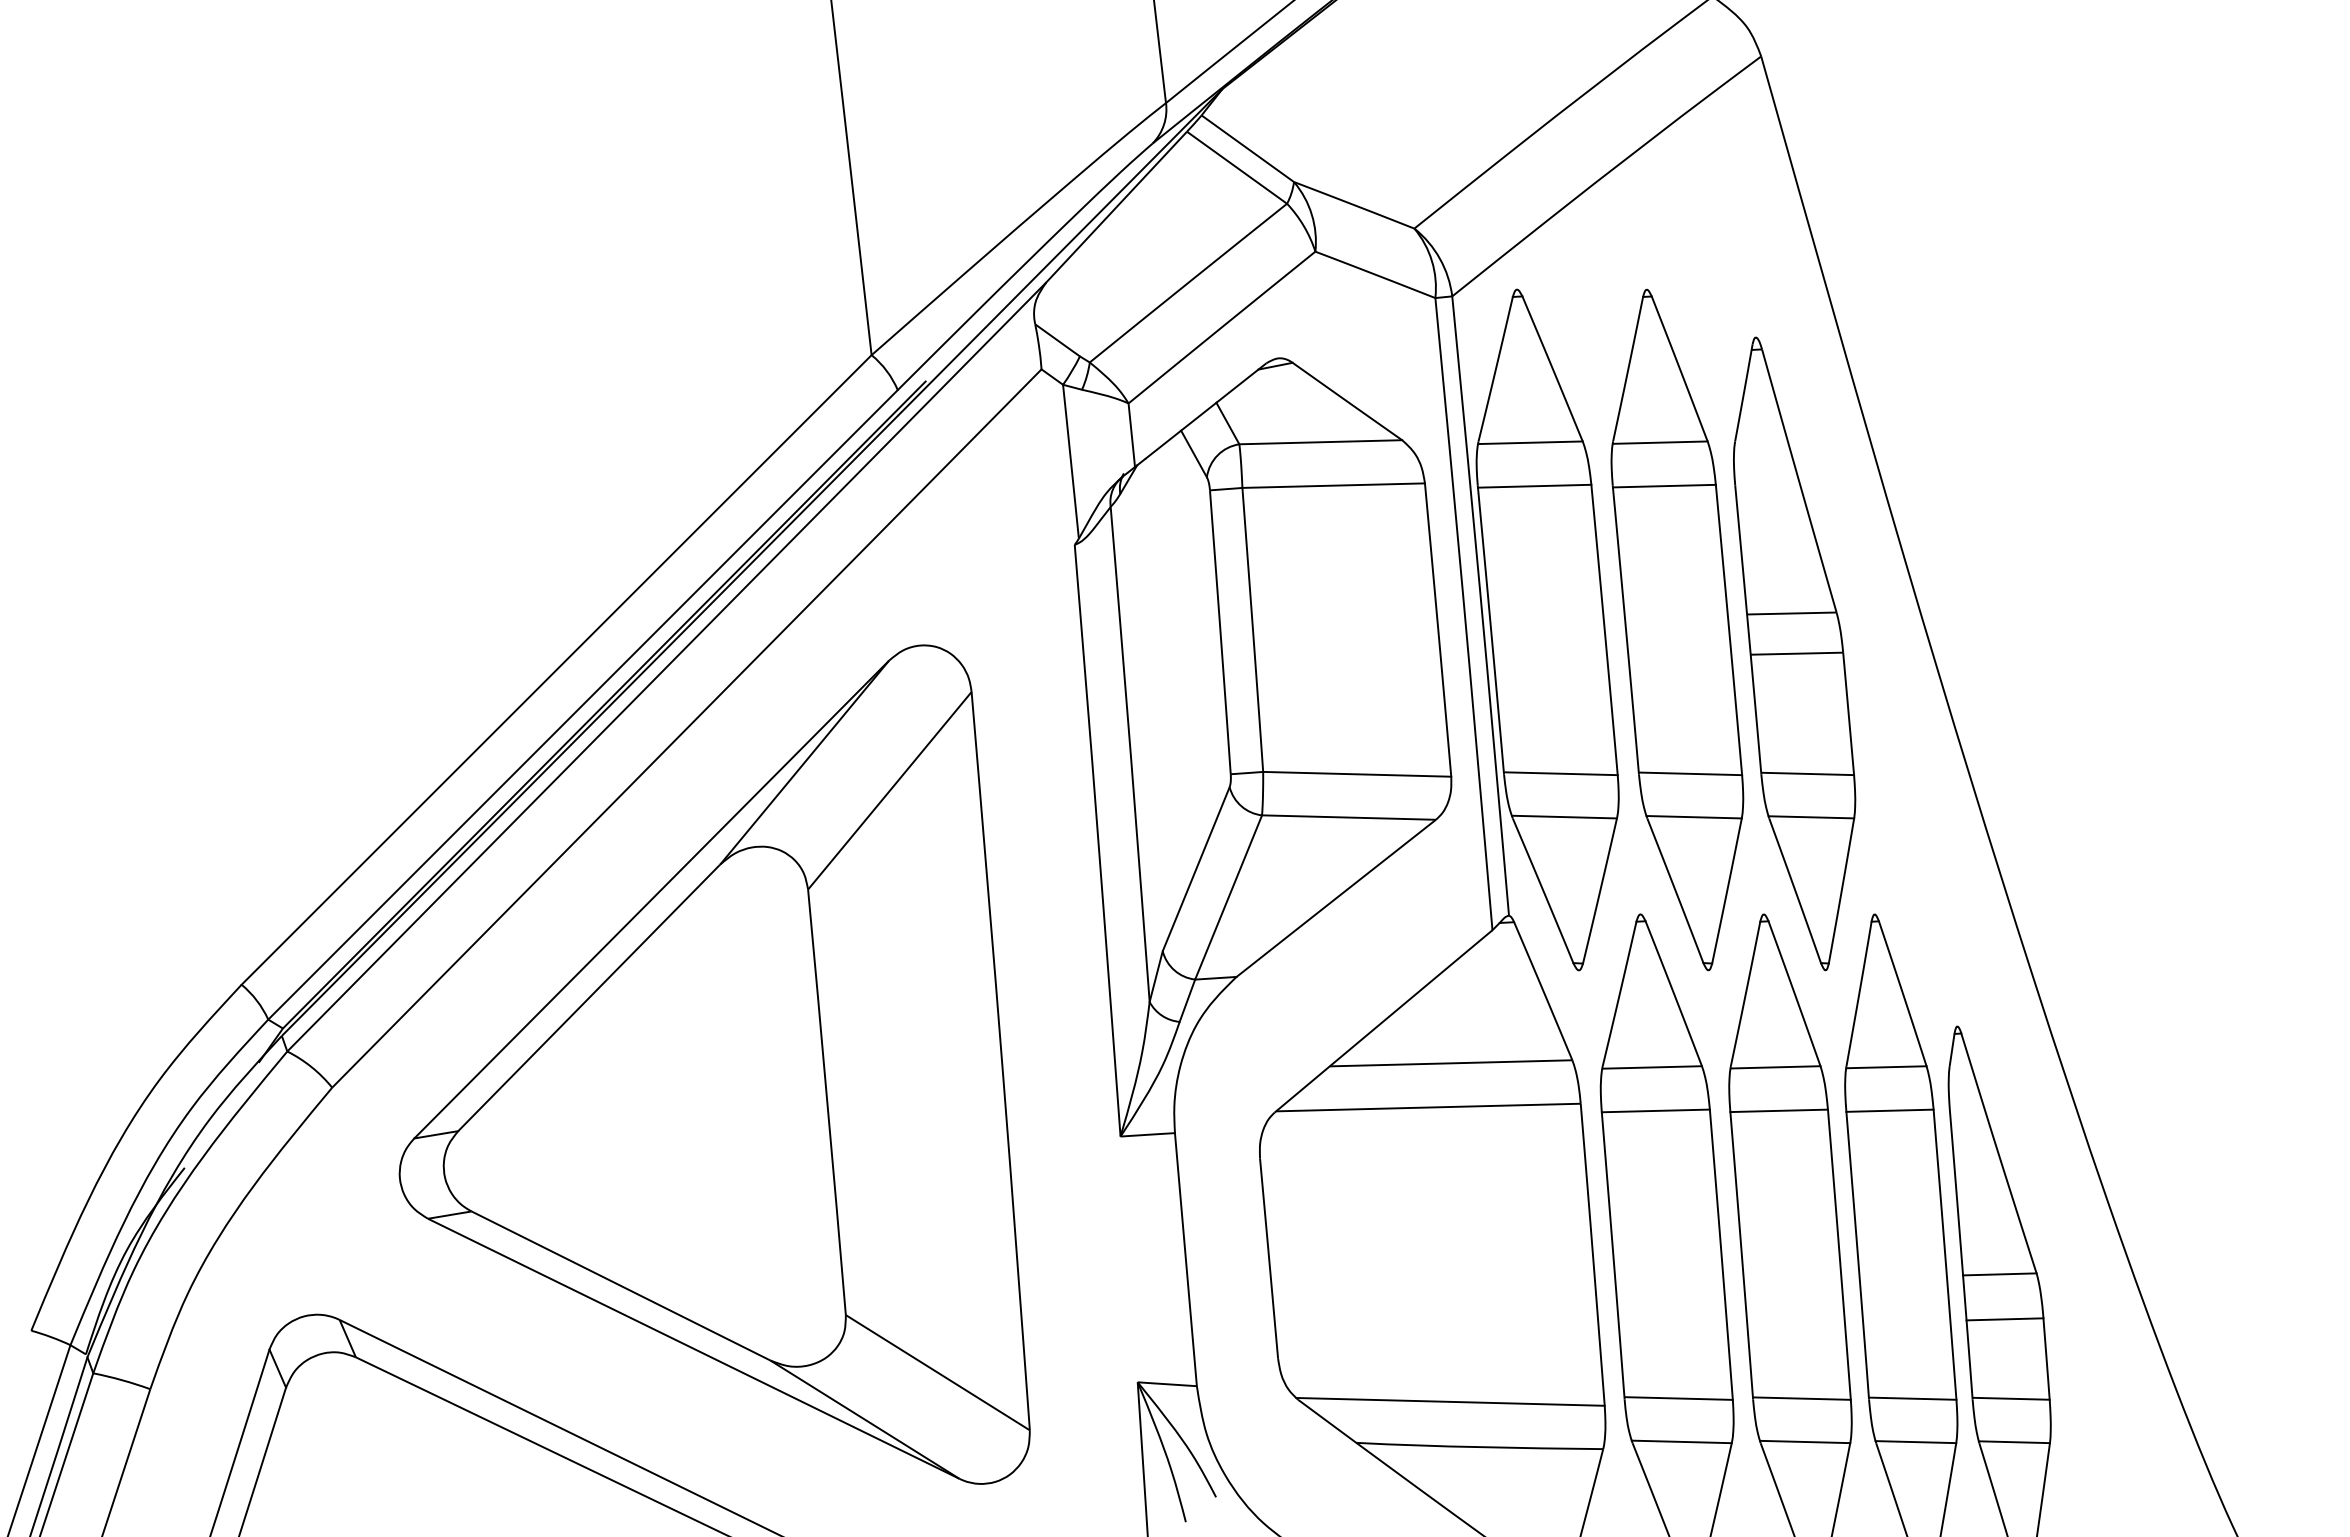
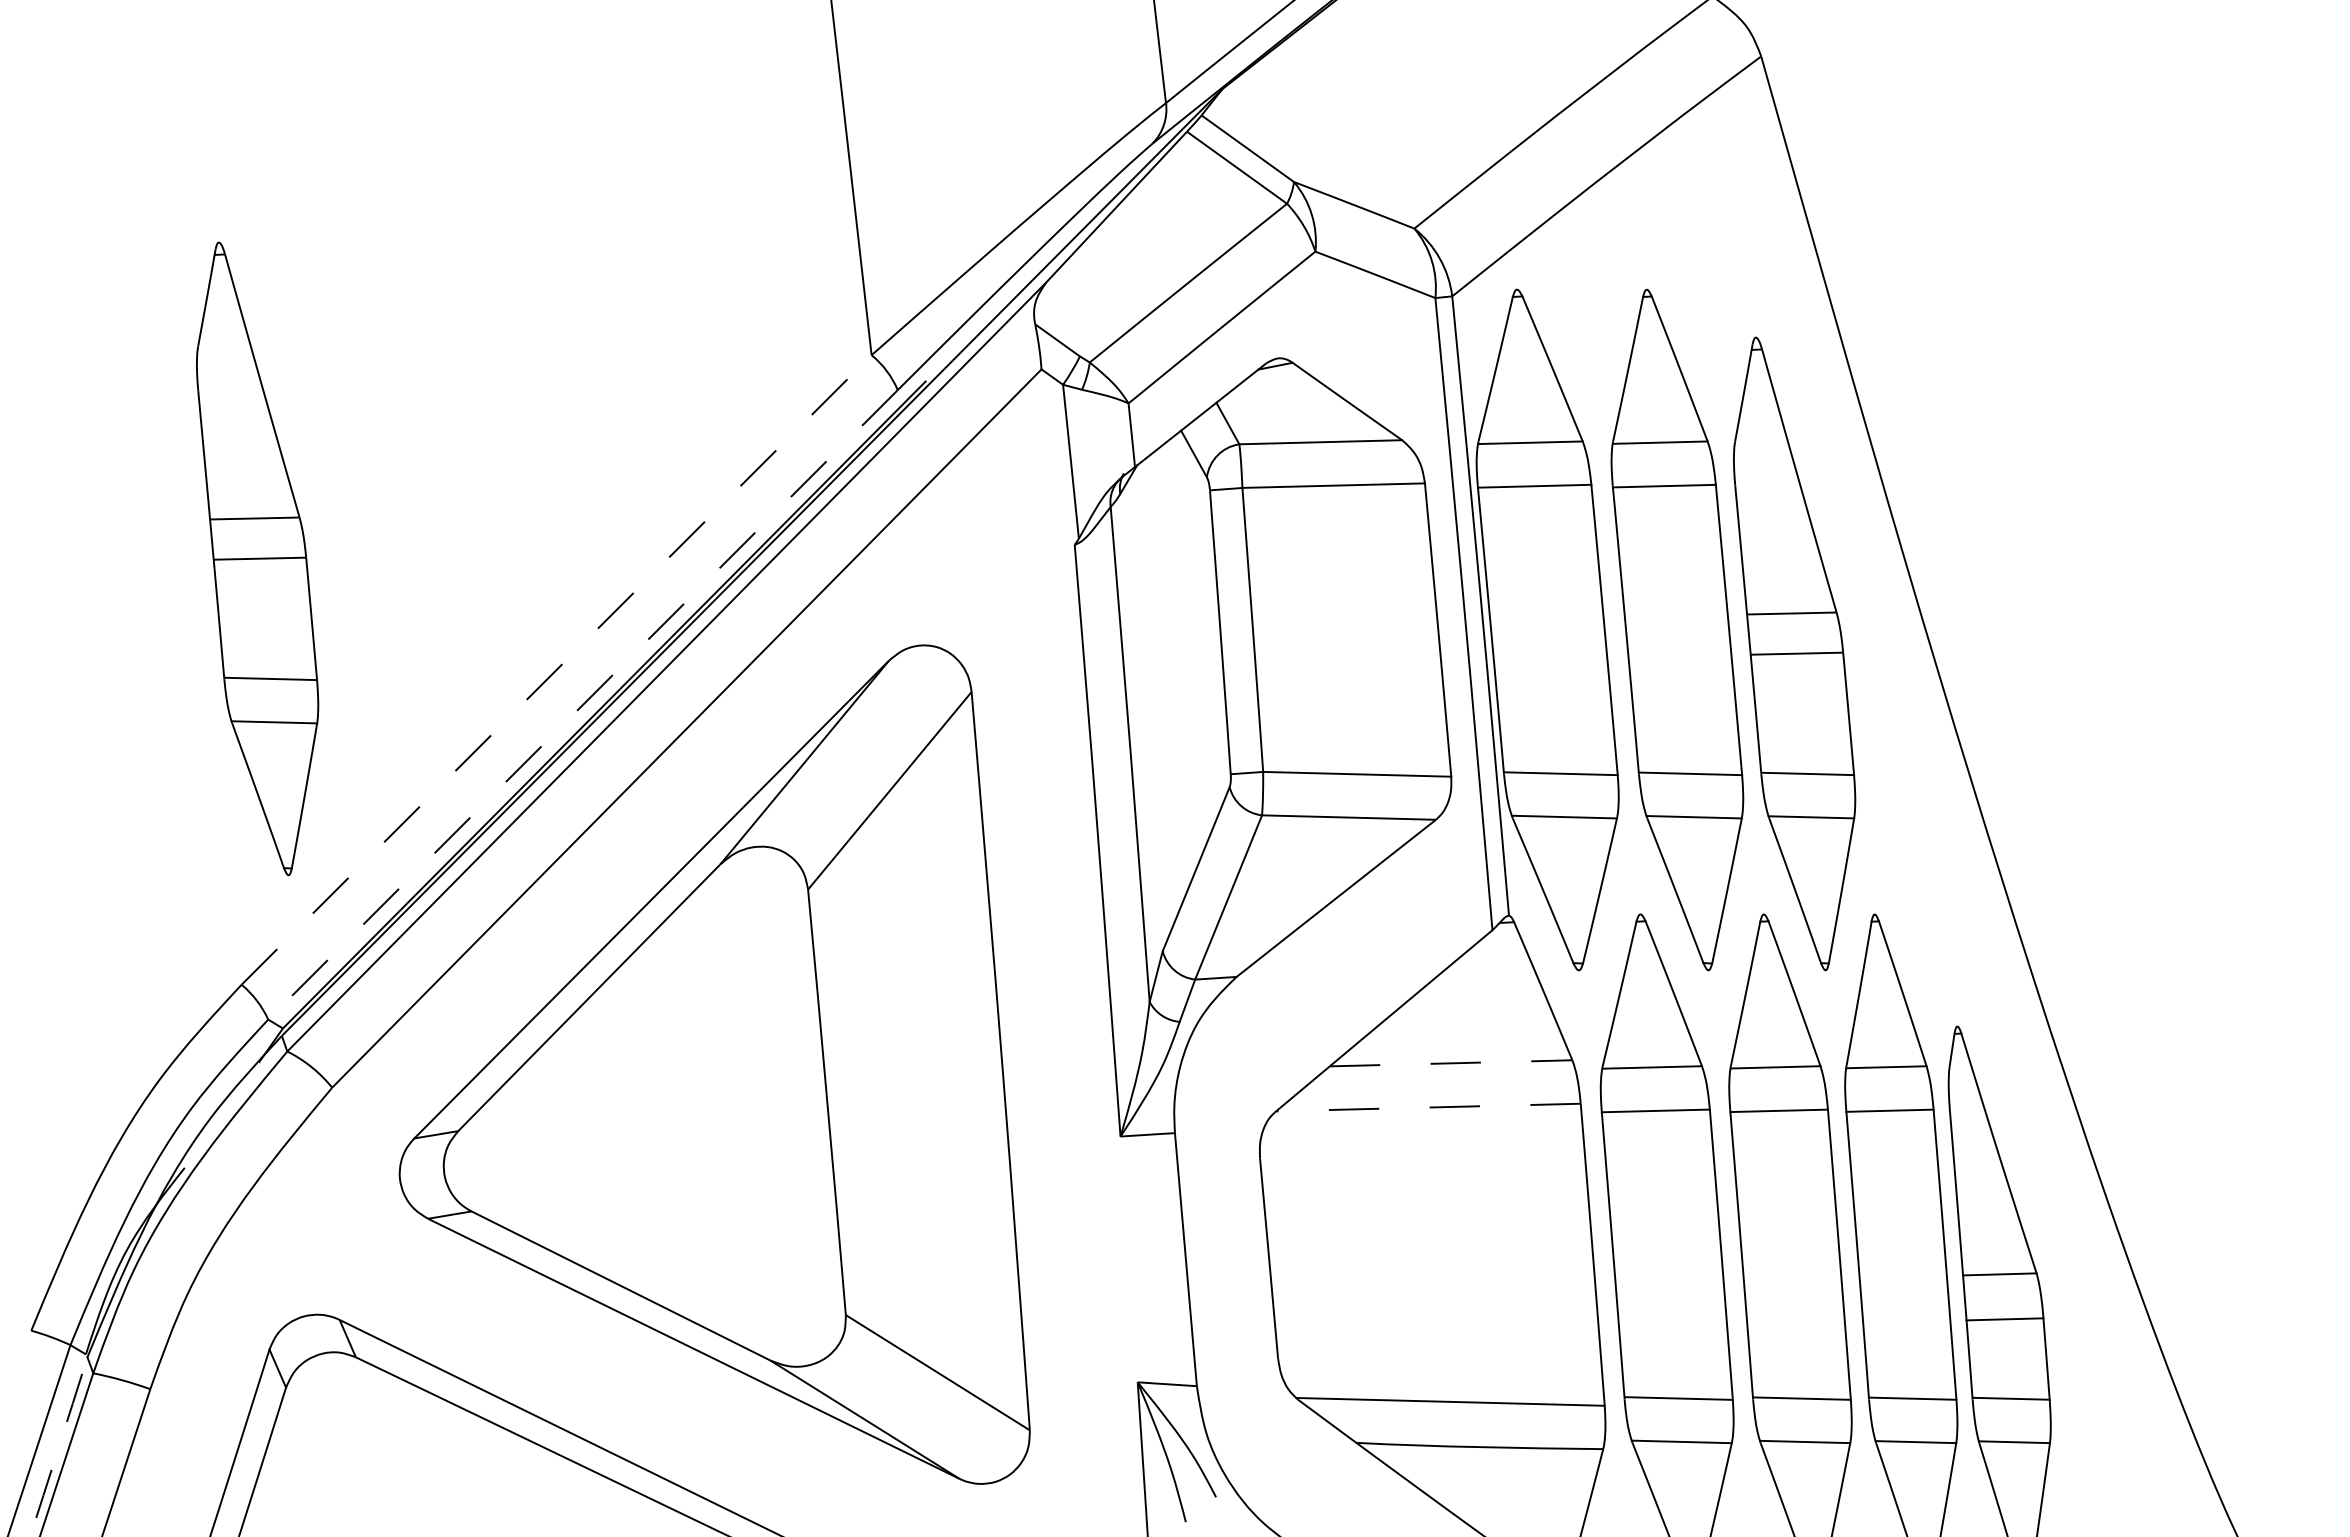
part at (257, 558): none -> present
line at (556, 669): solid -> dashed
line at (582, 705): solid -> dashed
line at (1450, 1063): solid -> dashed
line at (1427, 1107): solid -> dashed
arc at (58, 1446): solid -> dashed
